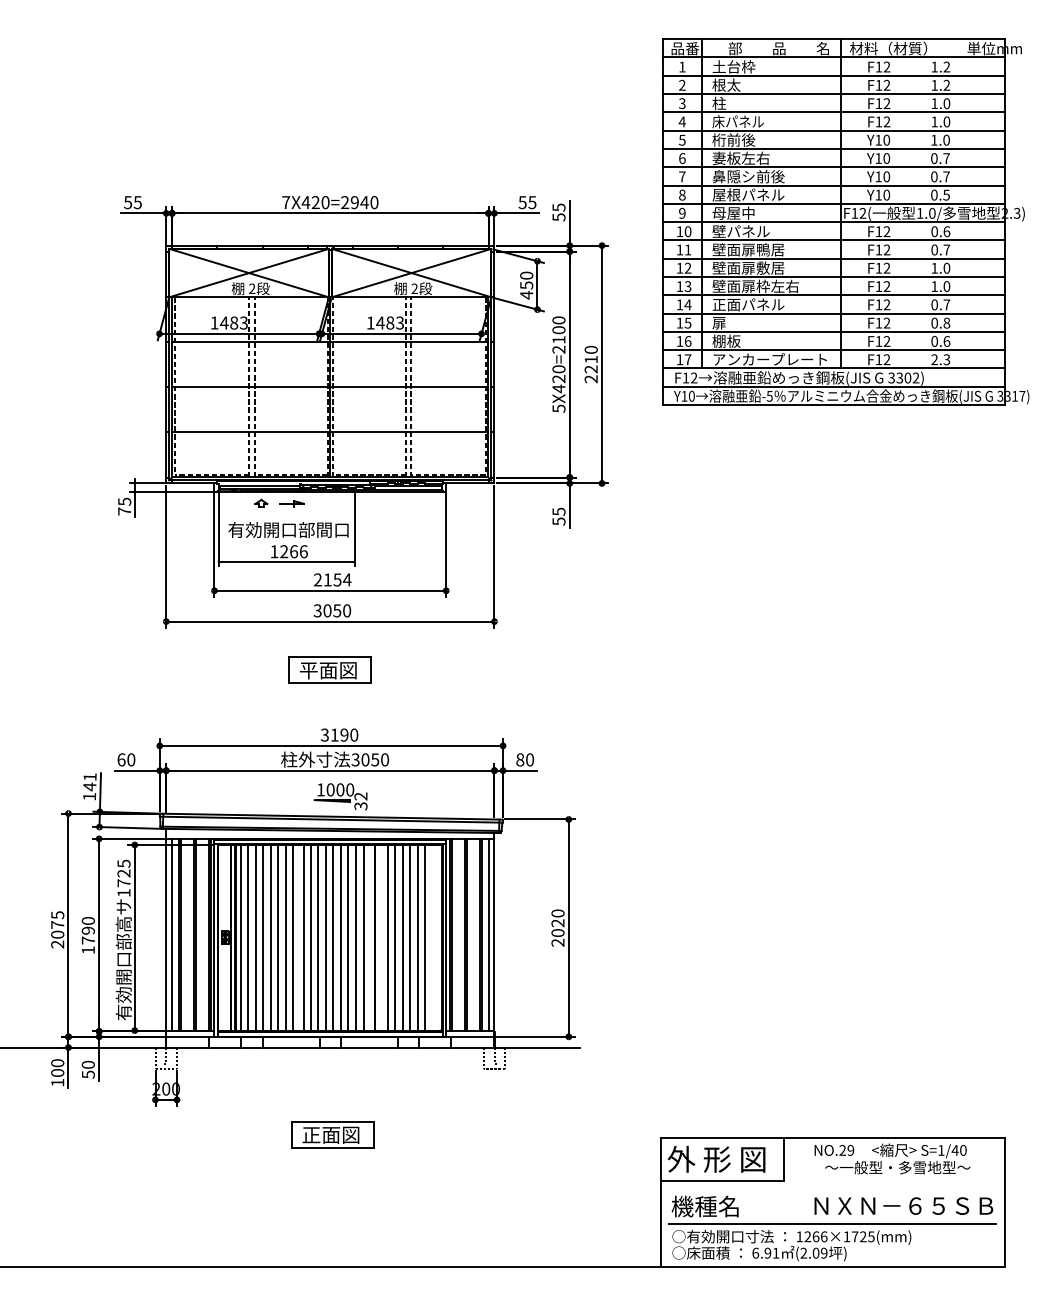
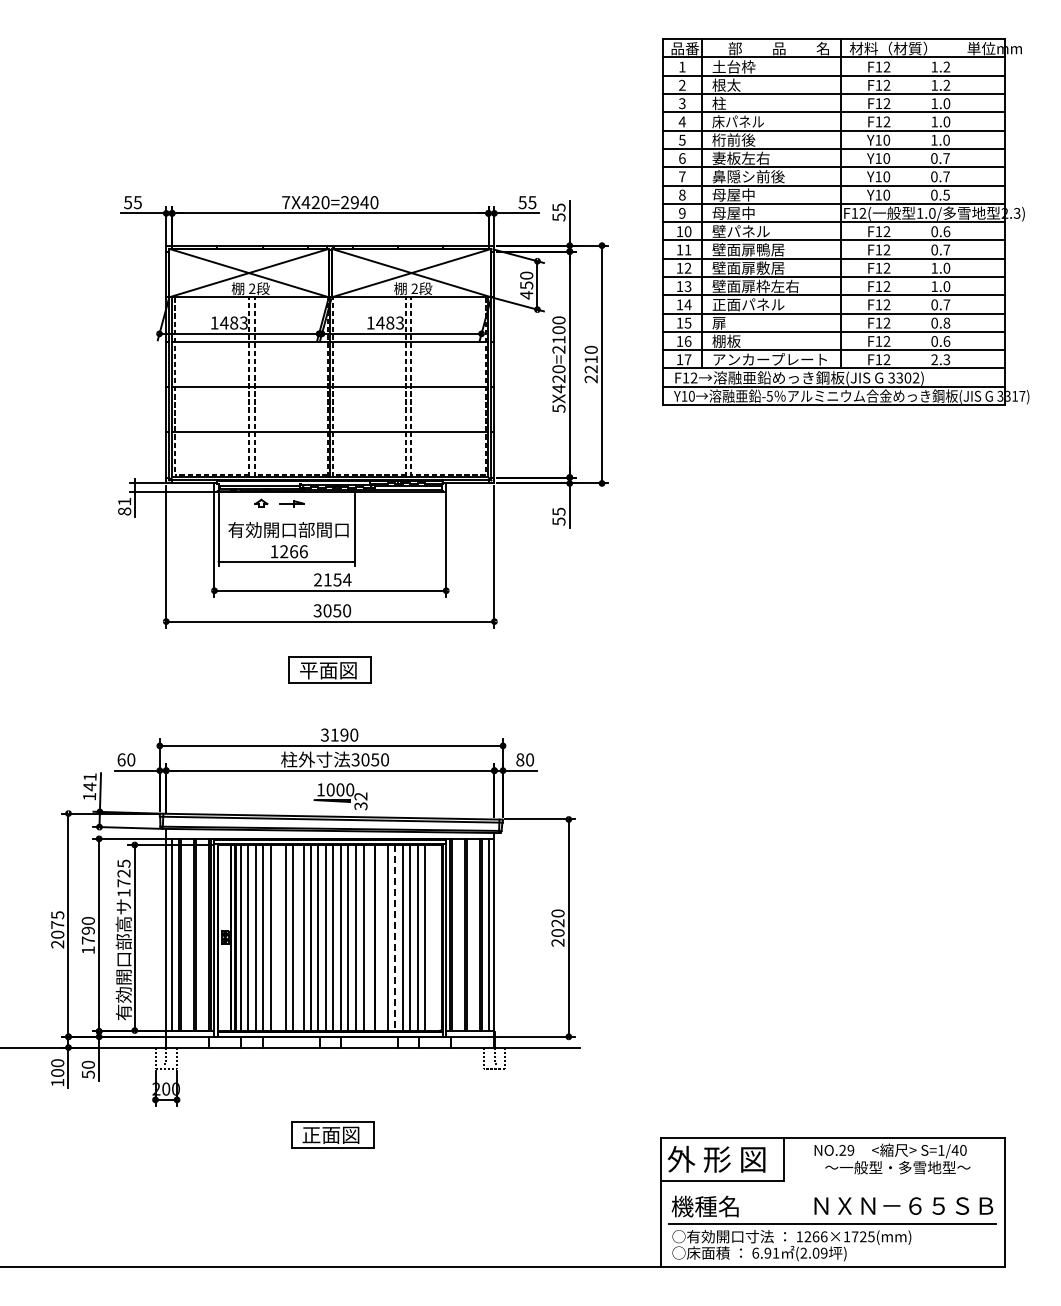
text at (748, 194): 屋根パネル -> 母屋中
text at (124, 506): 75 -> 81
line at (278, 937): present -> none
line at (395, 937): solid -> dashed
